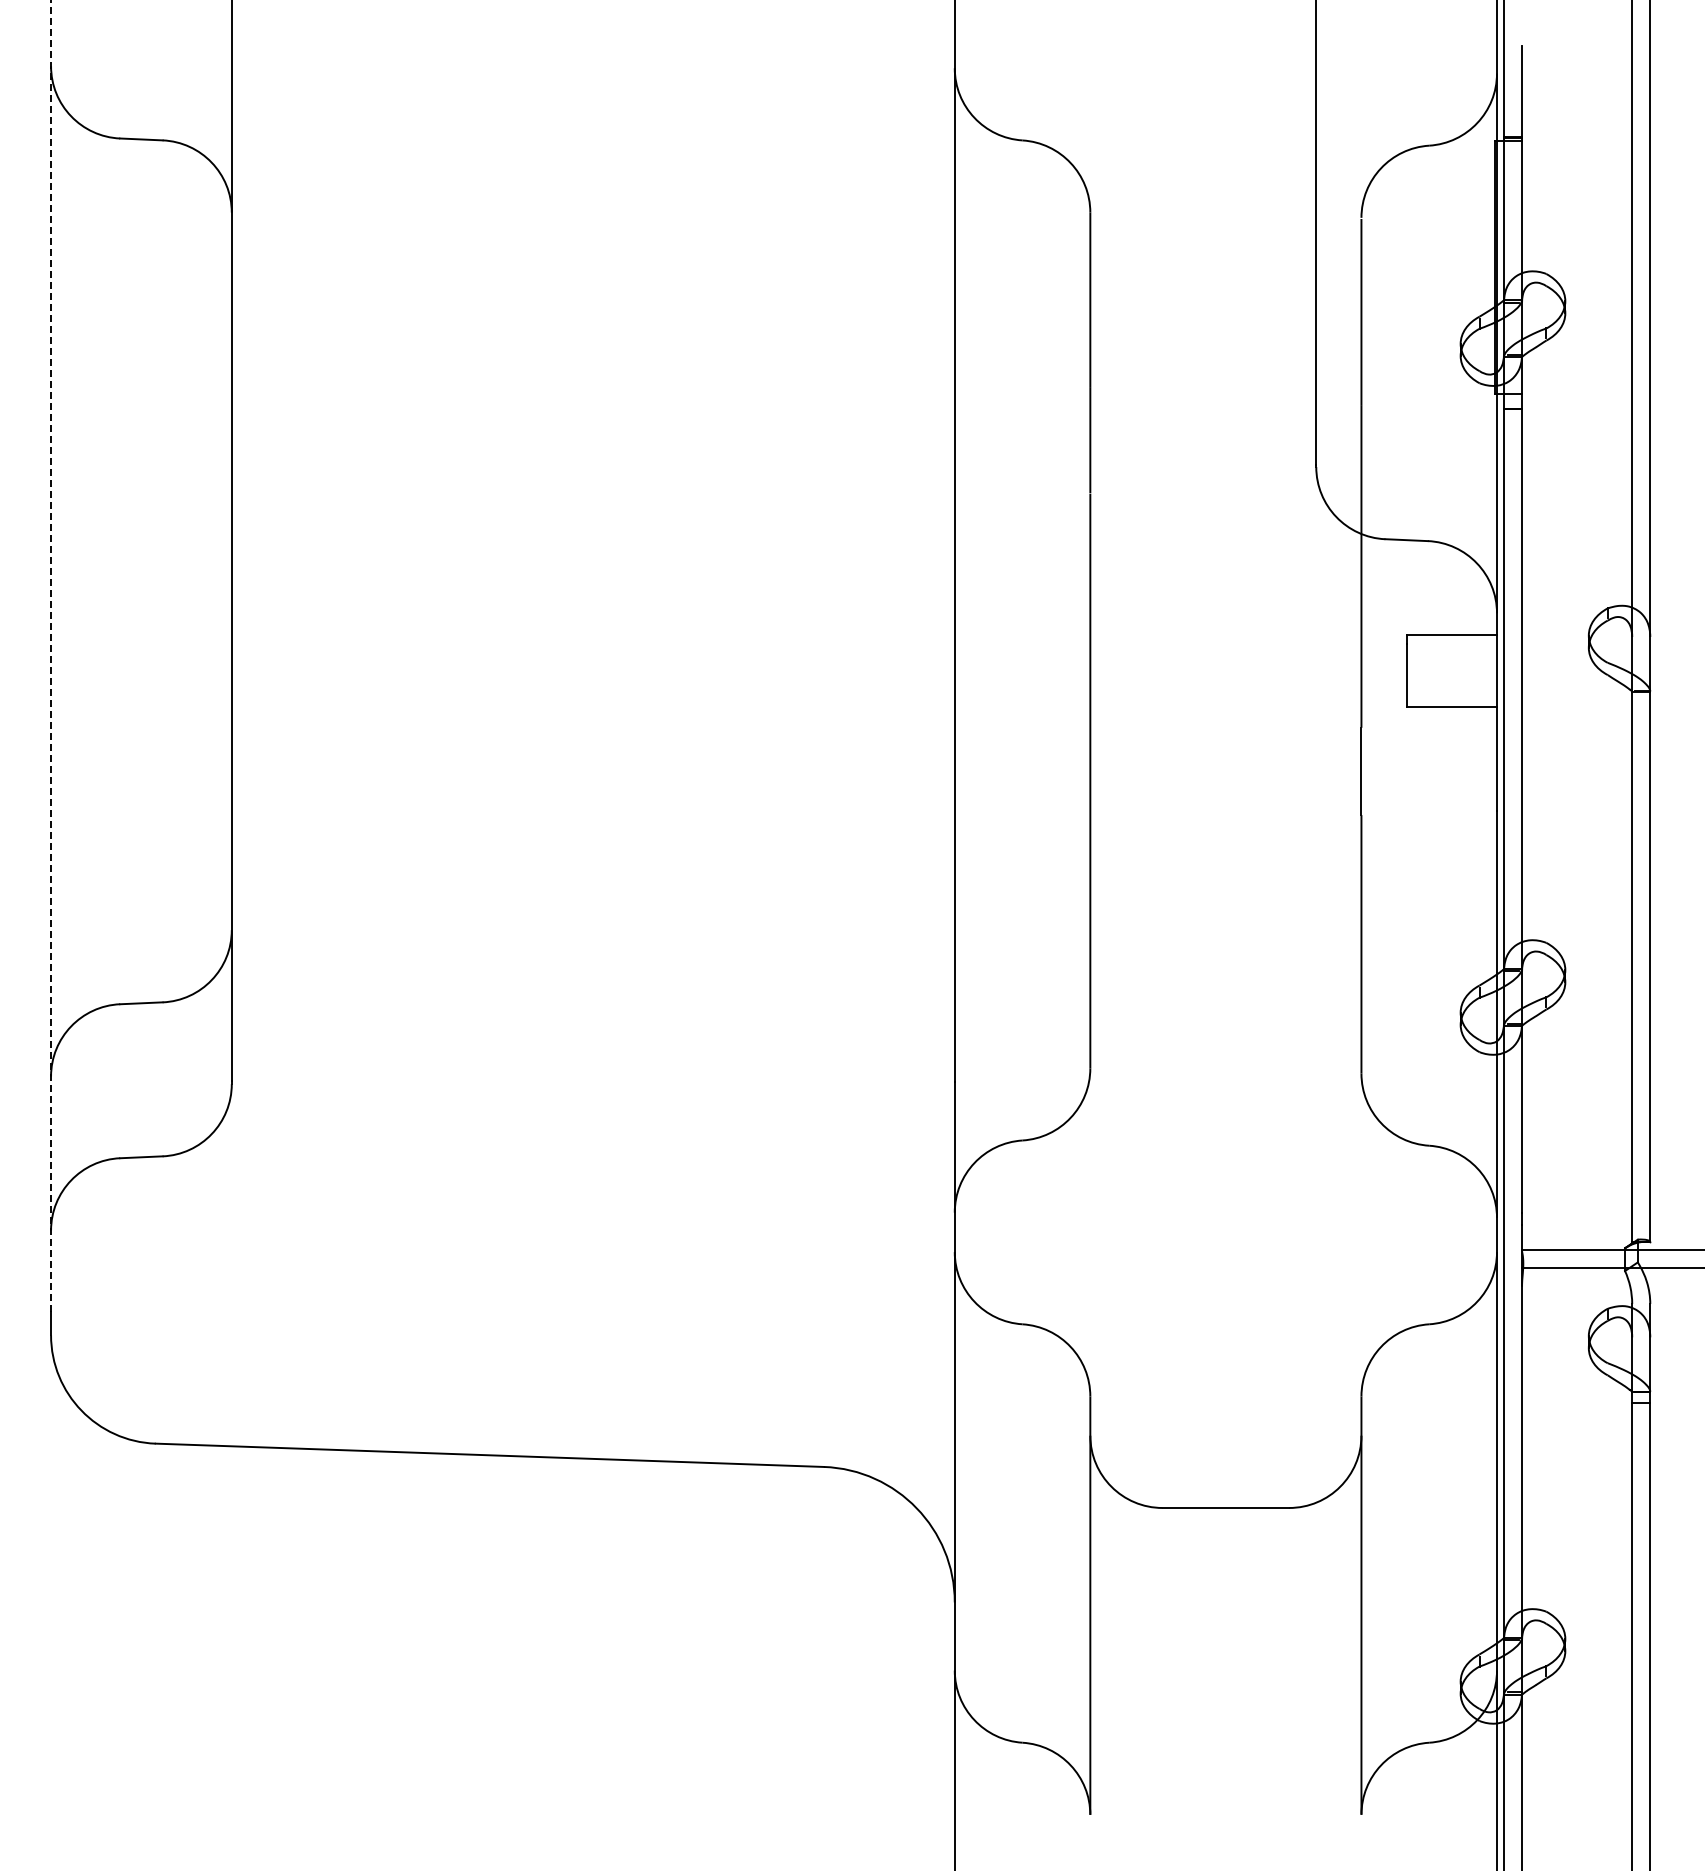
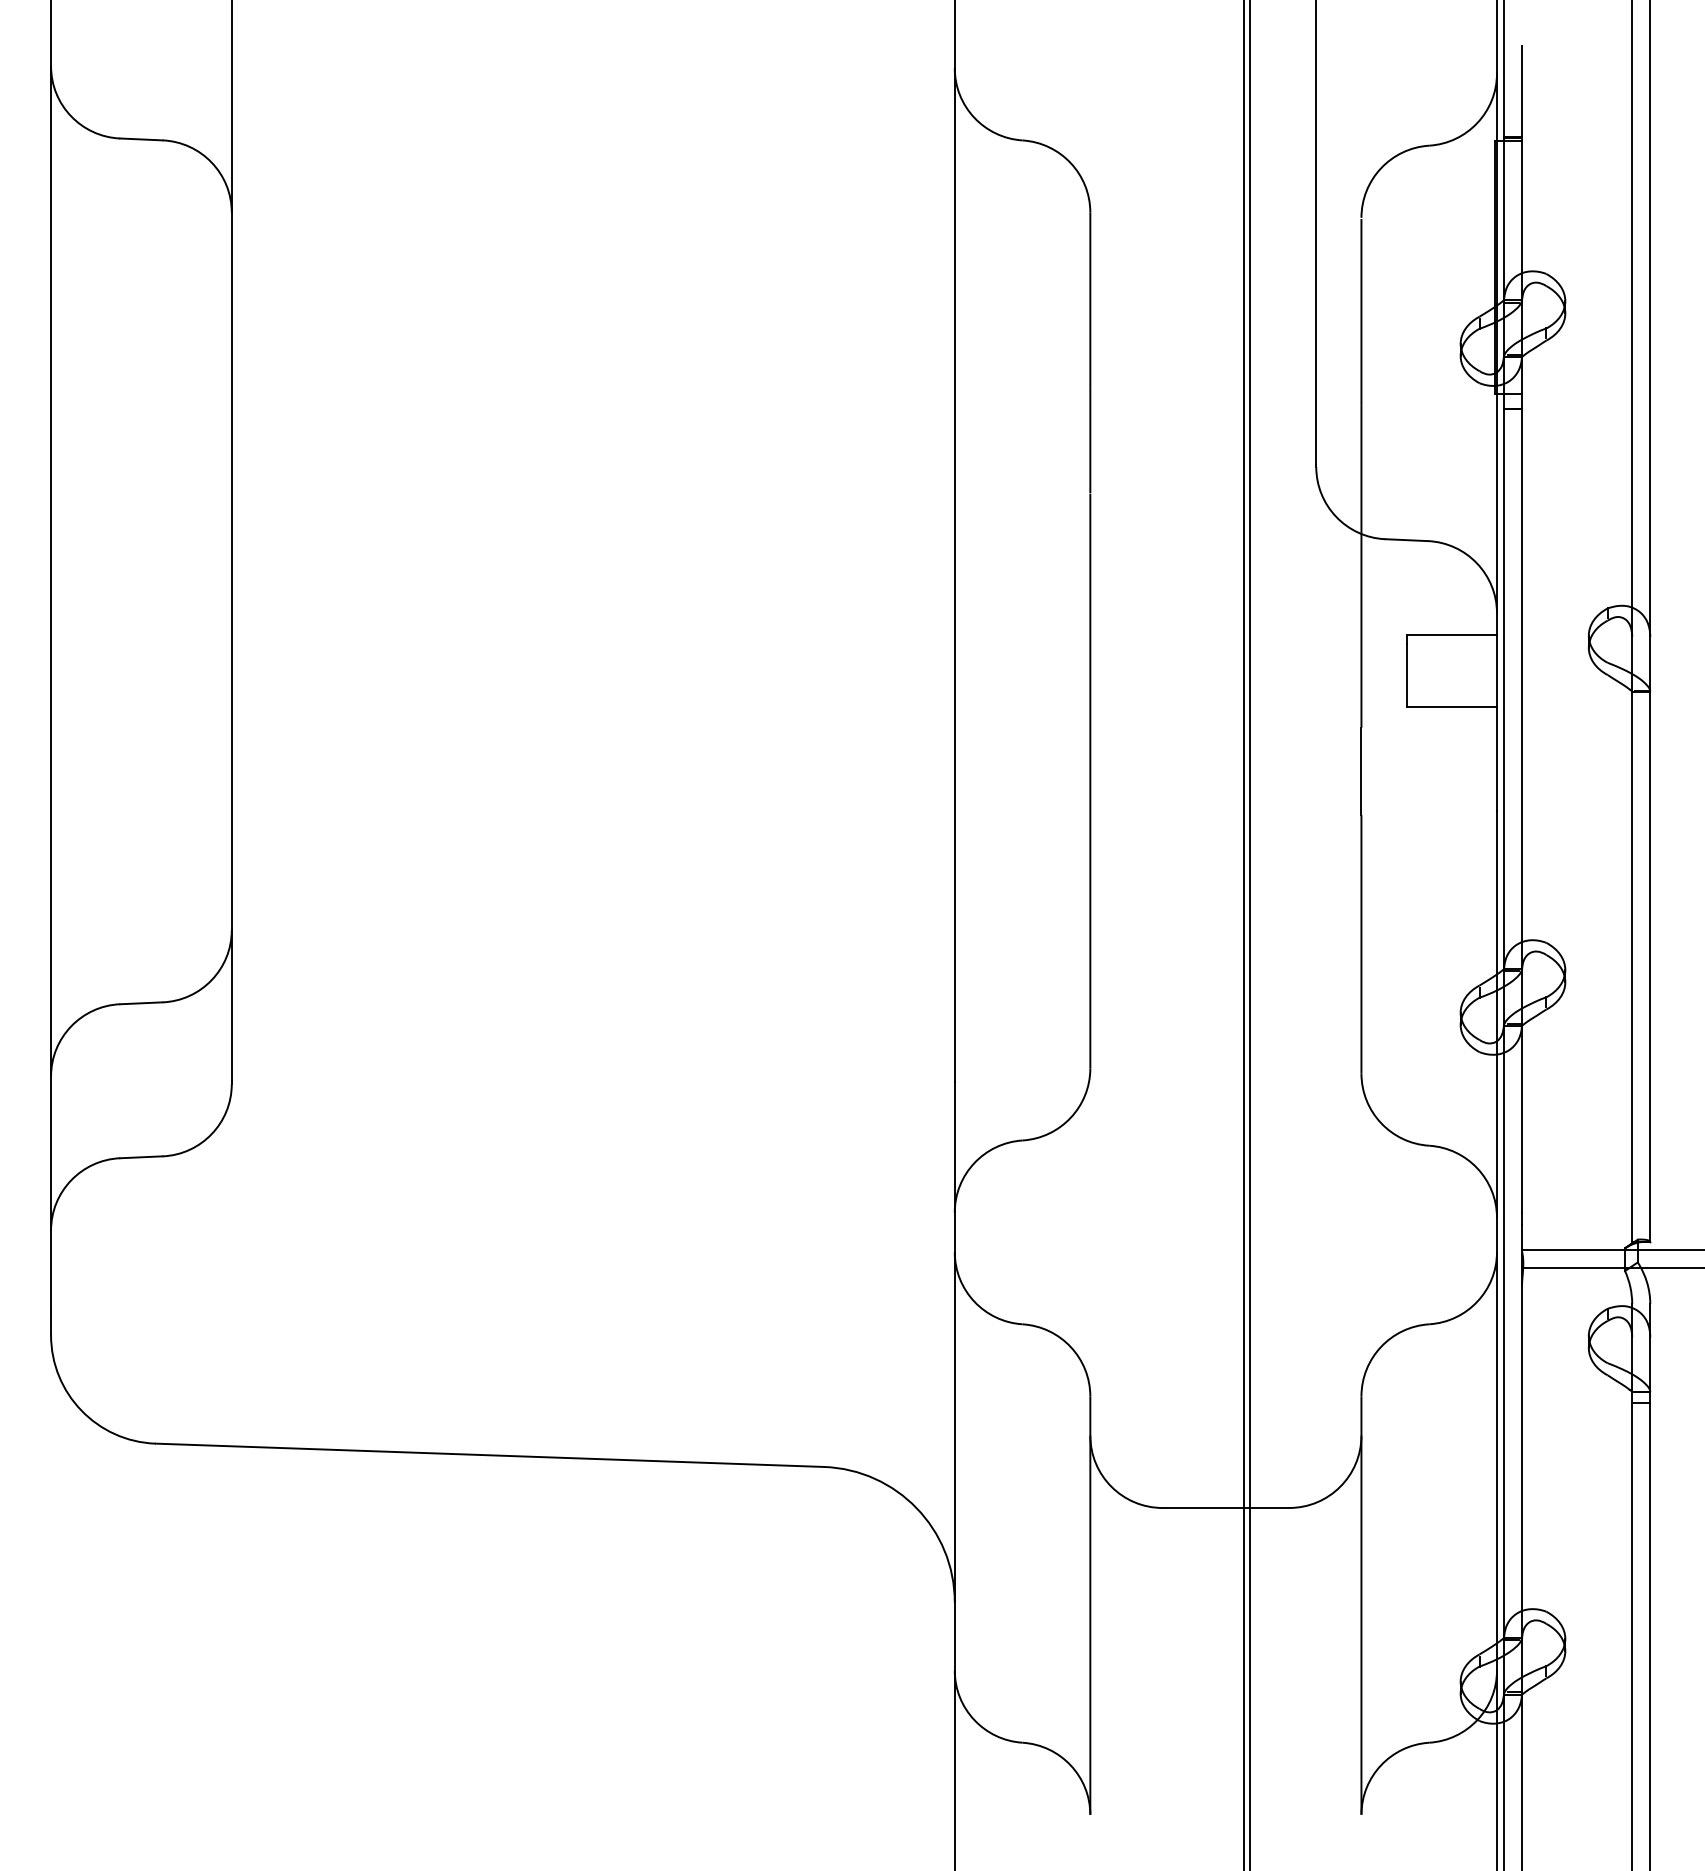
line at (51, 656): dashed -> solid
line at (1243, 934): none -> present
line at (1250, 934): none -> present
